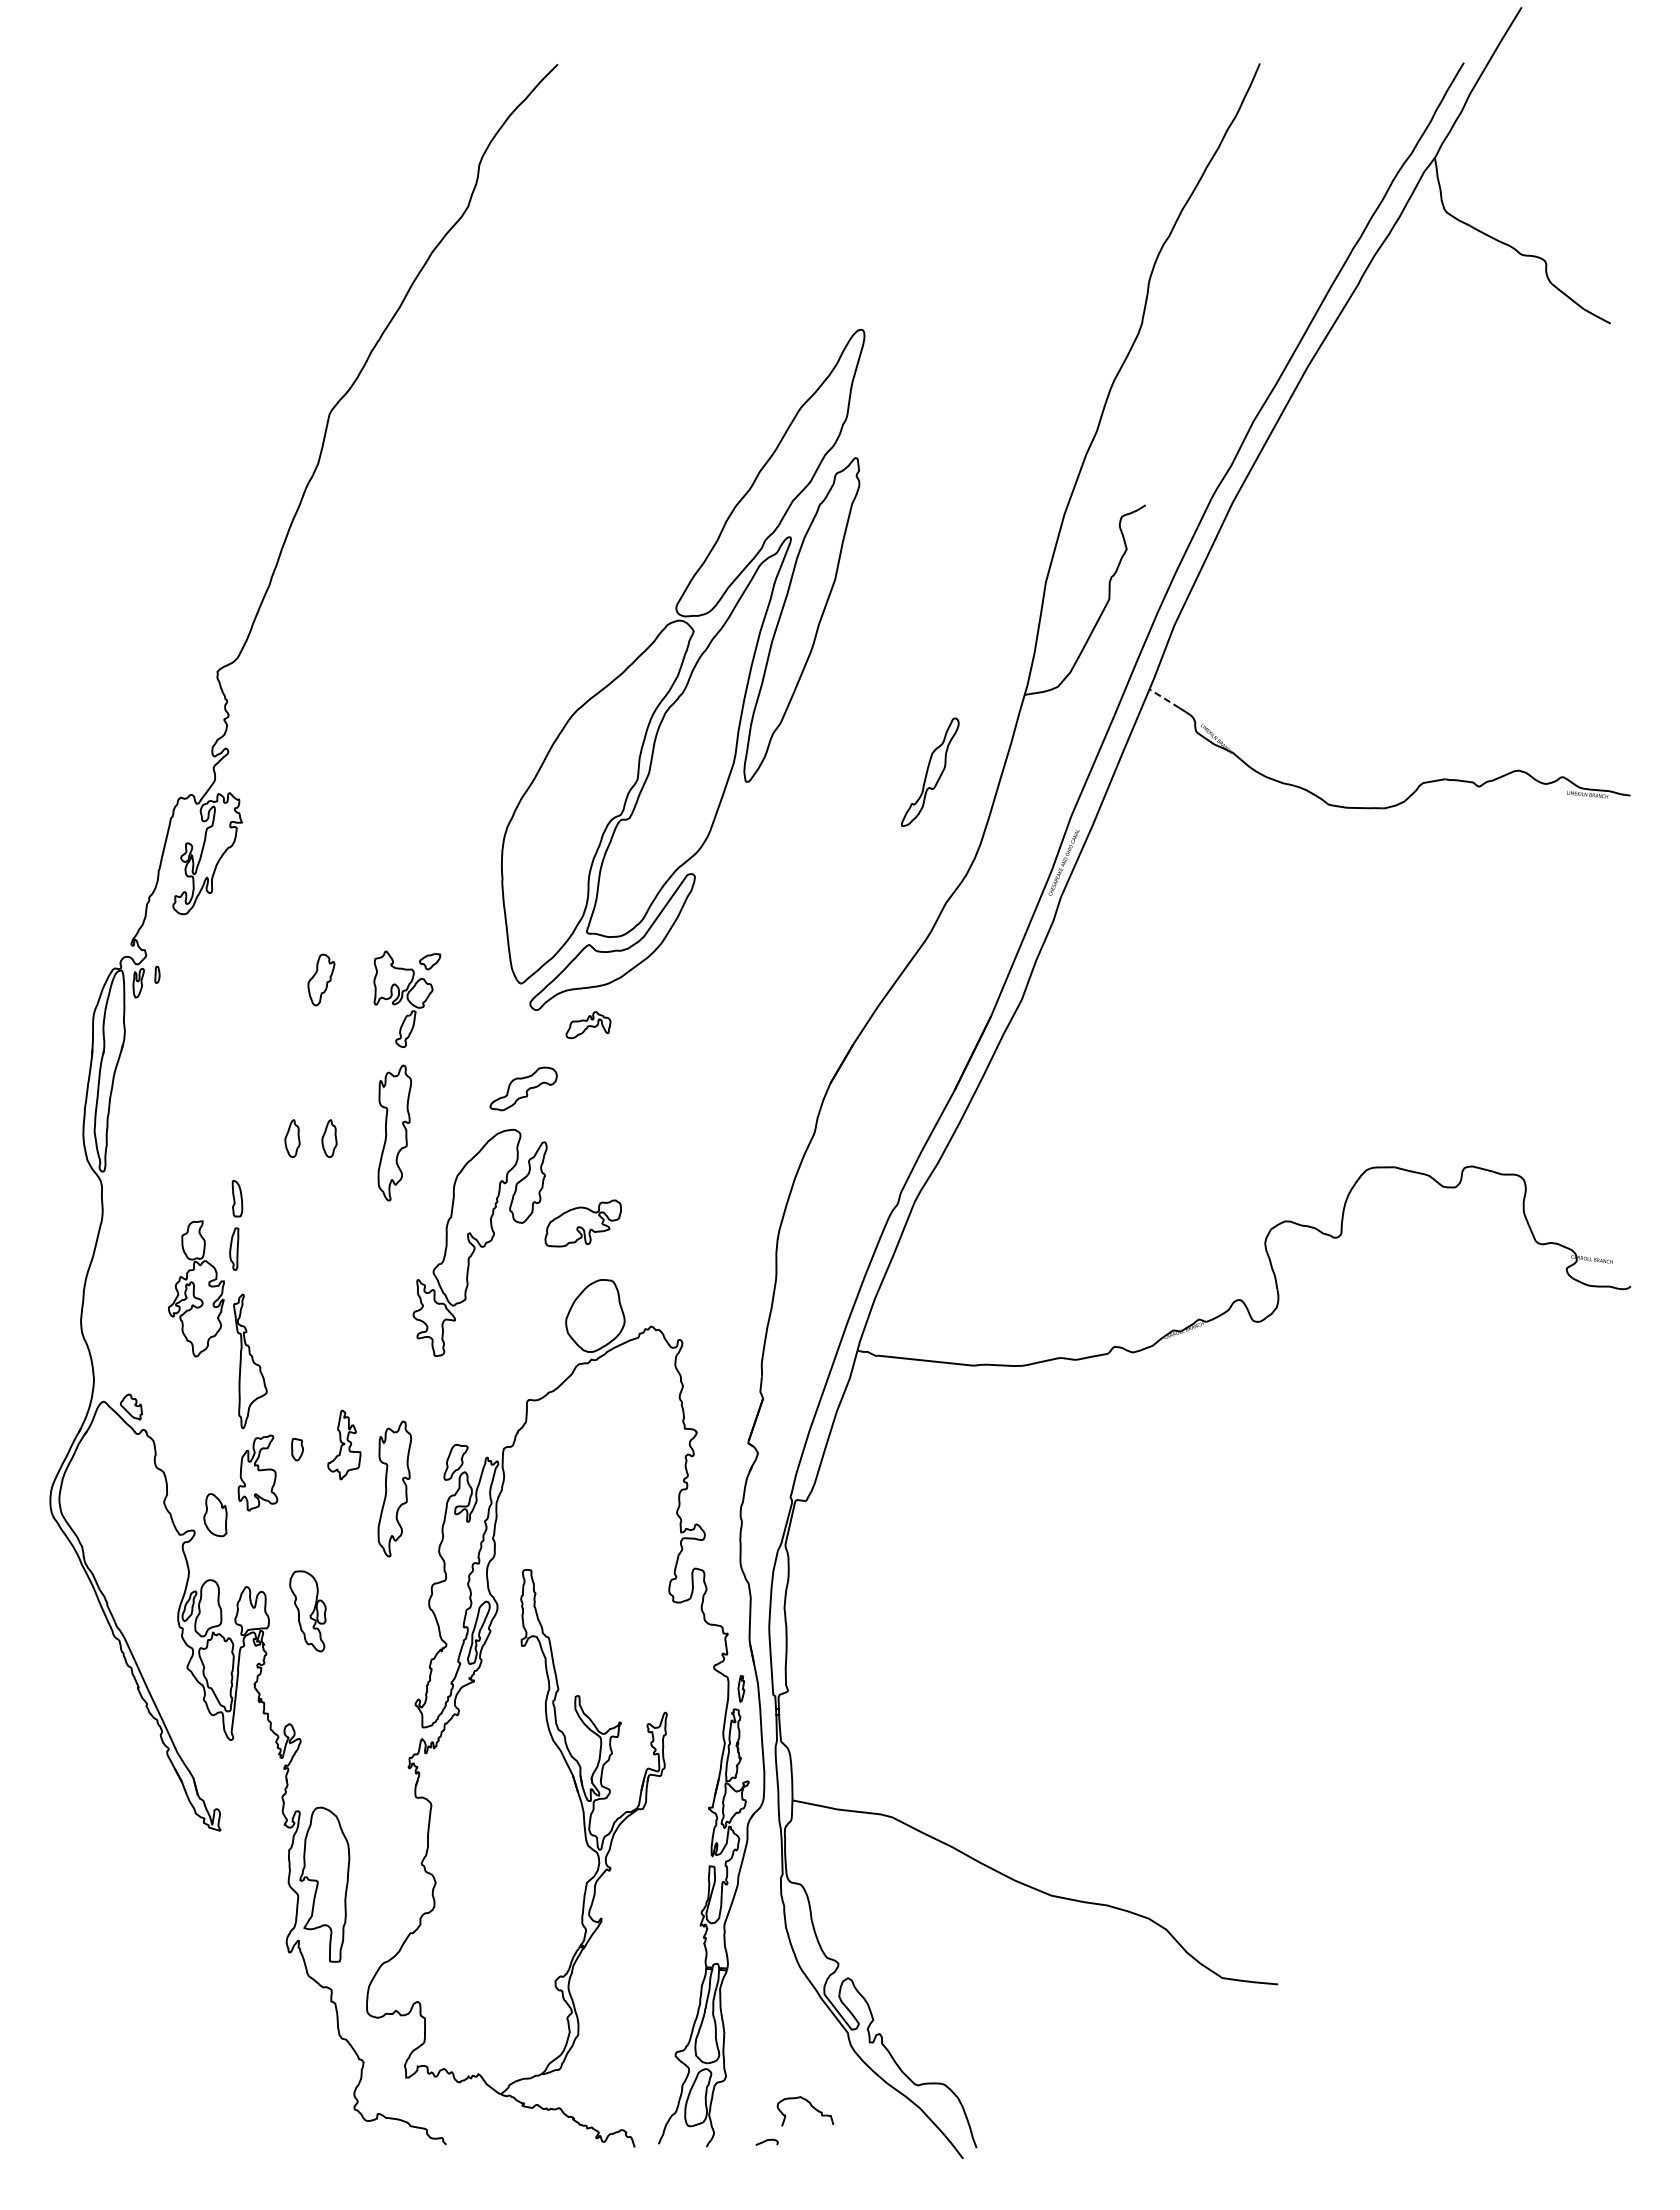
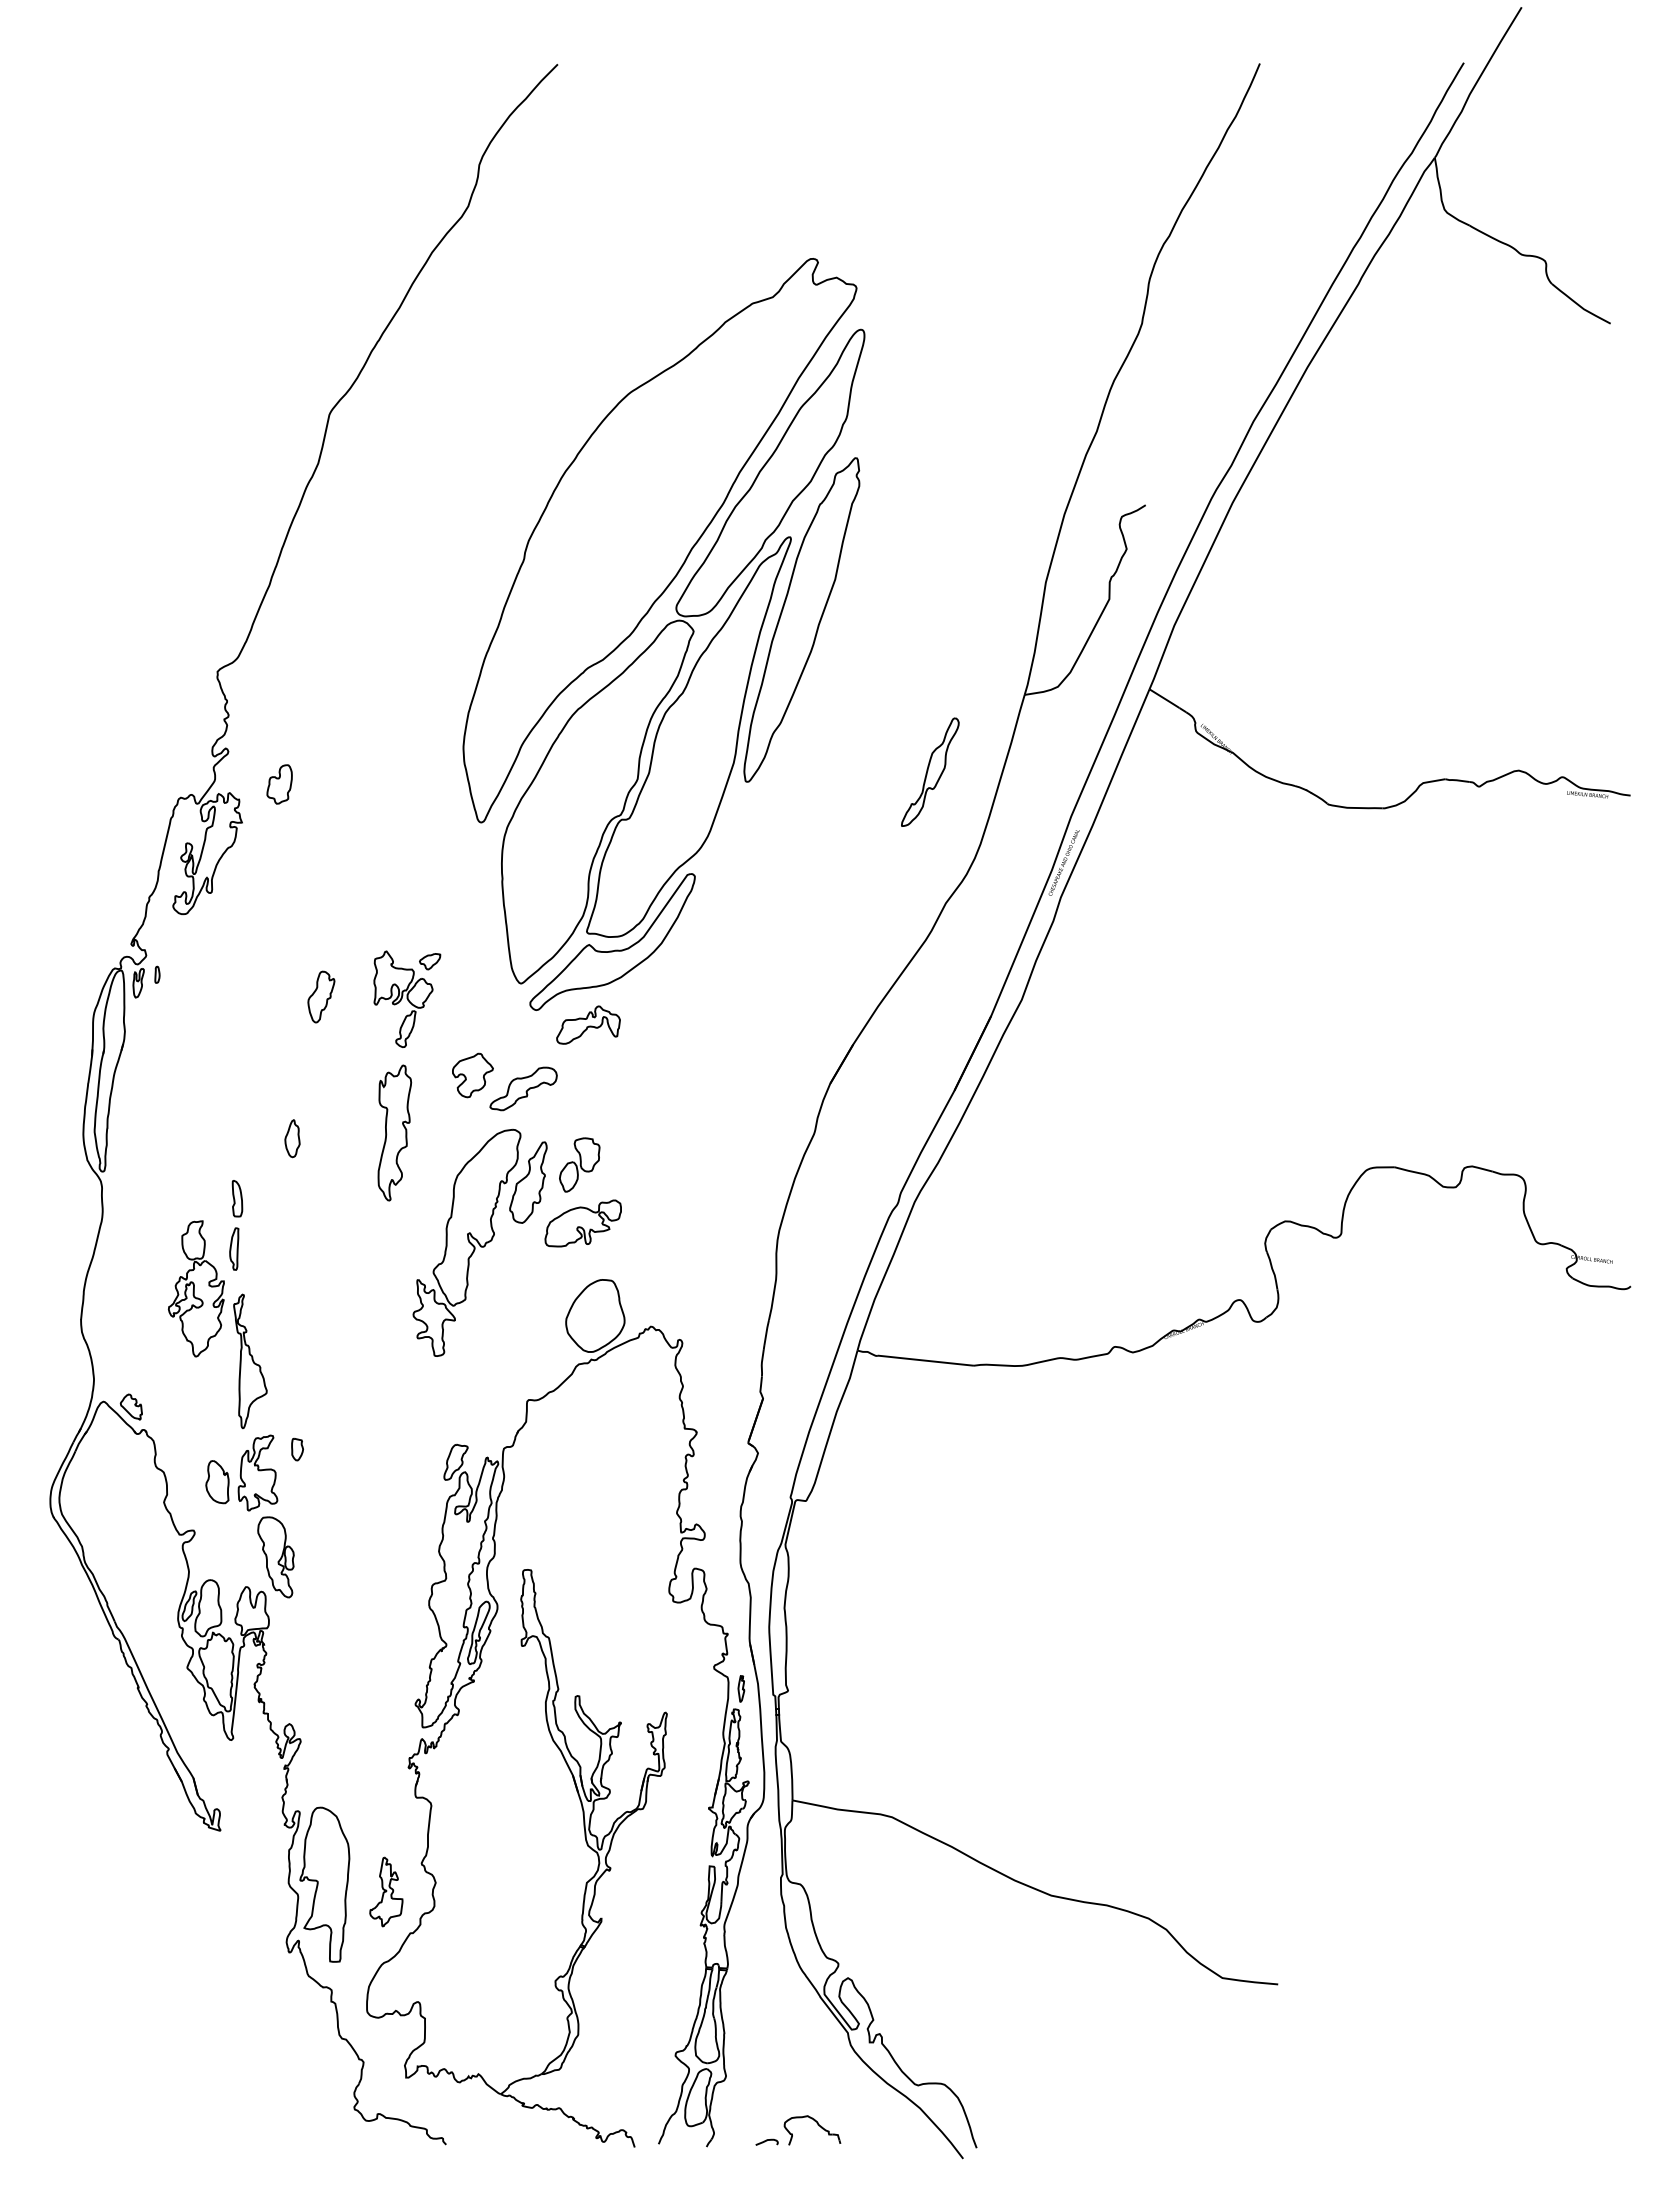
part at (659, 540): none -> present
line at (1164, 698): dashed -> solid
part at (279, 784): none -> present
part at (321, 979) position: (321, 979) -> (321, 996)
part at (588, 1025) size: 47x29 px -> 65x40 px
part at (472, 1075): none -> present
part at (329, 1138): present -> none
part at (579, 1164): none -> present
part at (344, 1444) position: (344, 1444) -> (386, 1891)
part at (394, 1488): present -> none
part at (215, 1515) position: (215, 1515) -> (217, 1482)
part at (307, 1611) position: (307, 1611) -> (275, 1557)
part at (810, 2105) position: (810, 2105) -> (817, 2124)
